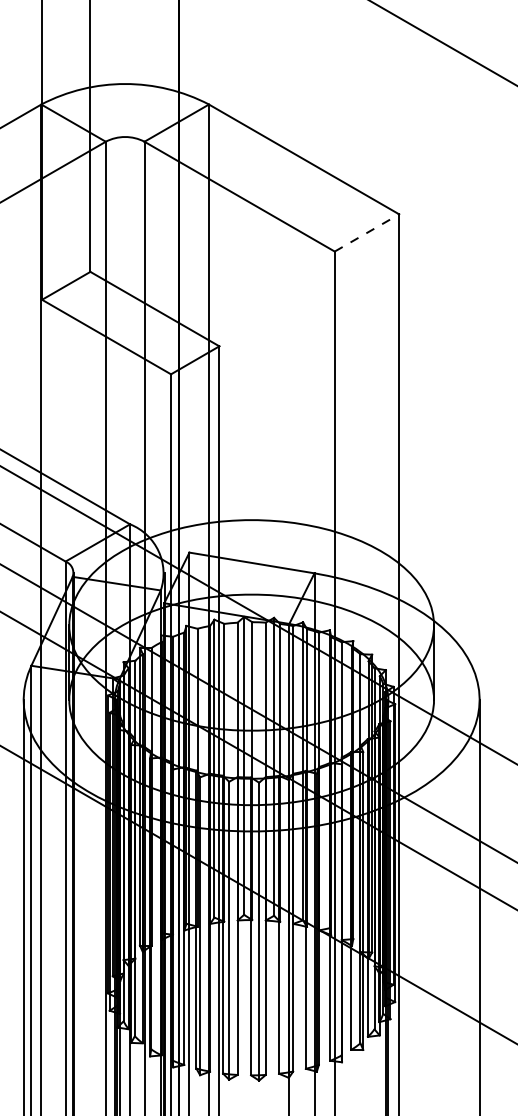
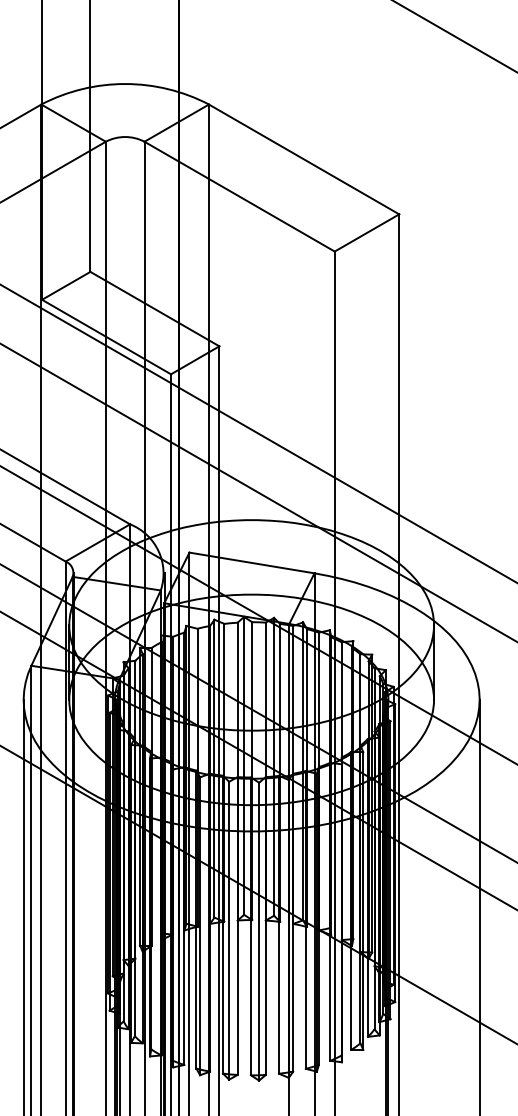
line at (443, 43) position: (443, 43) -> (454, 36)
line at (367, 232): dashed -> solid
line at (258, 433): none -> present
line at (258, 492): none -> present
